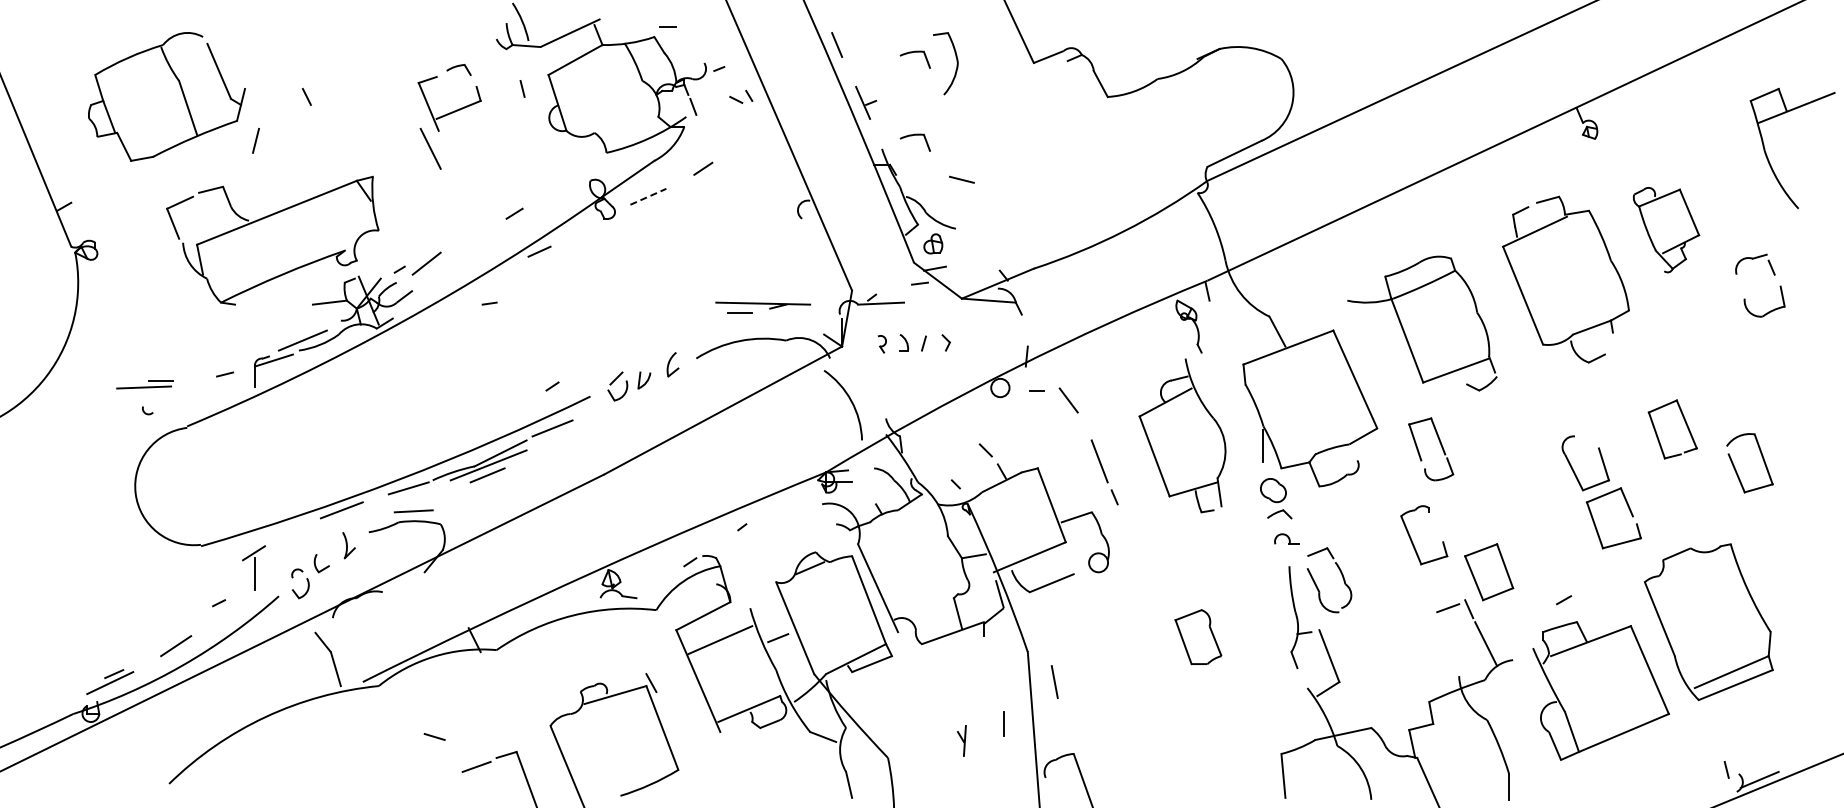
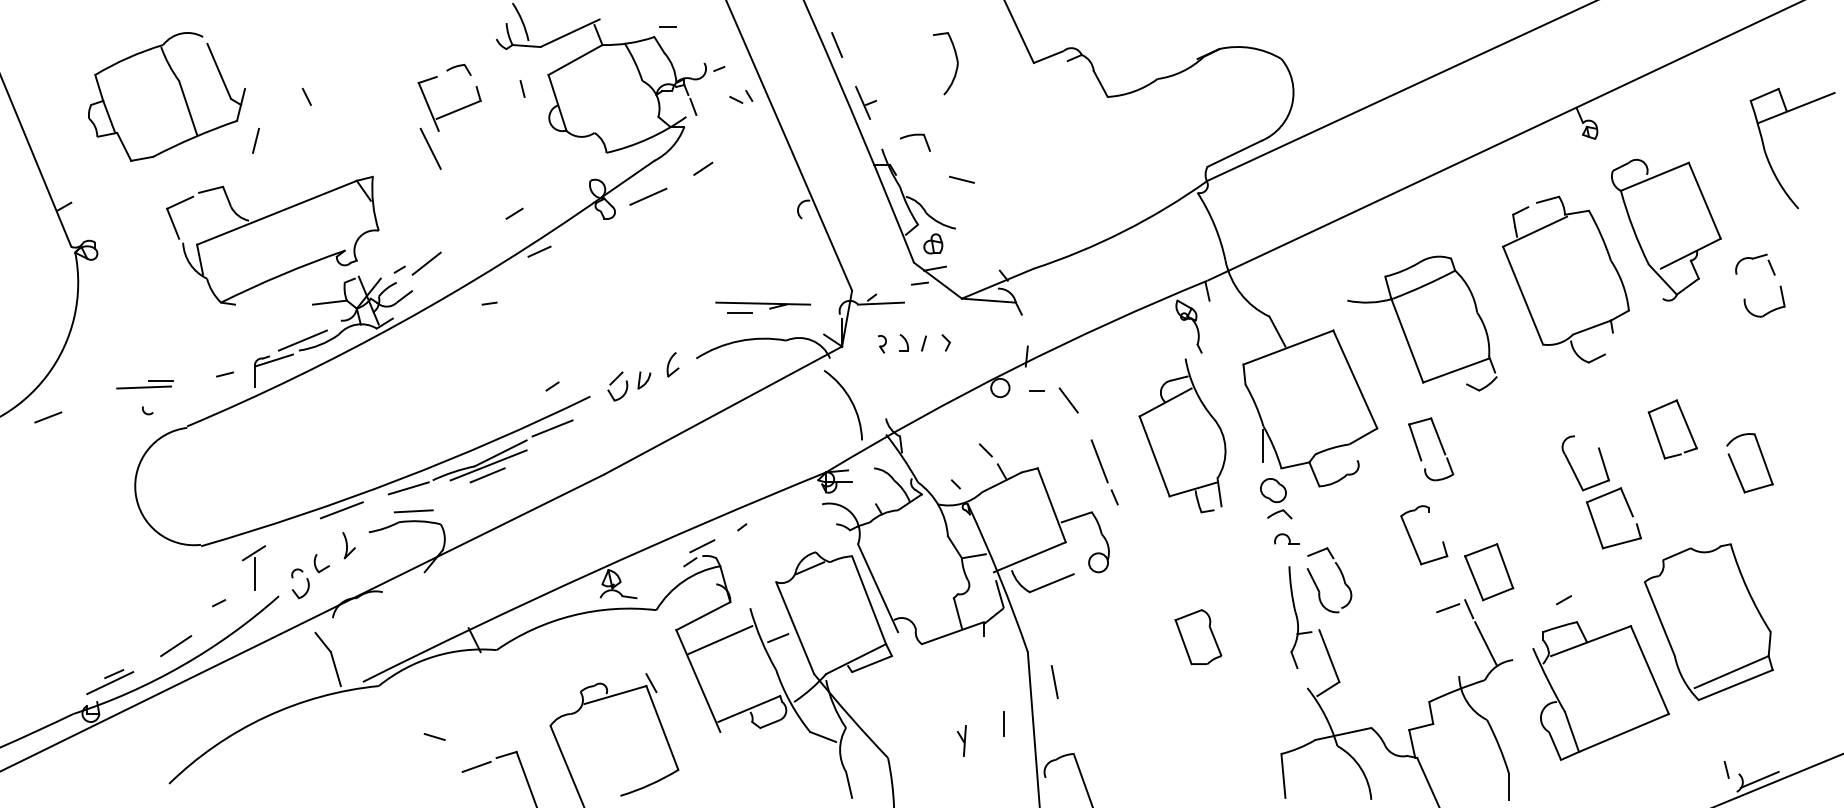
part at (912, 53): present -> none
line at (648, 196): dashed -> solid
part at (1666, 230) size: 68x87 px -> 111x144 px
line at (48, 417): none -> present
line at (702, 546): none -> present
